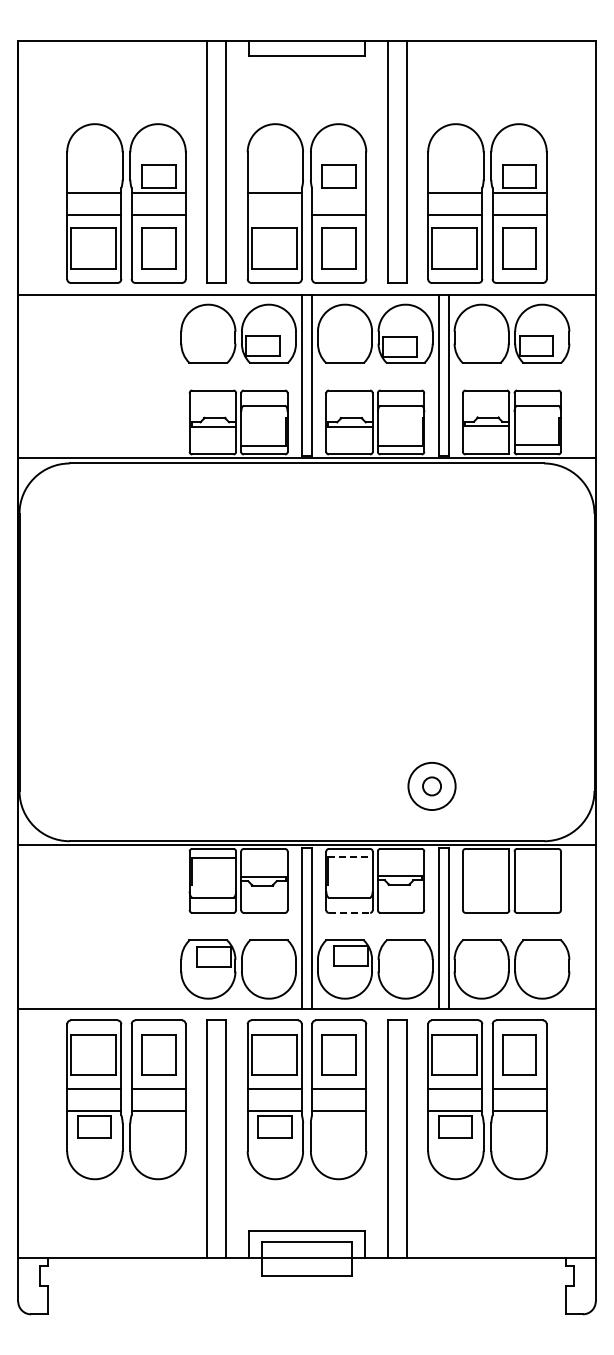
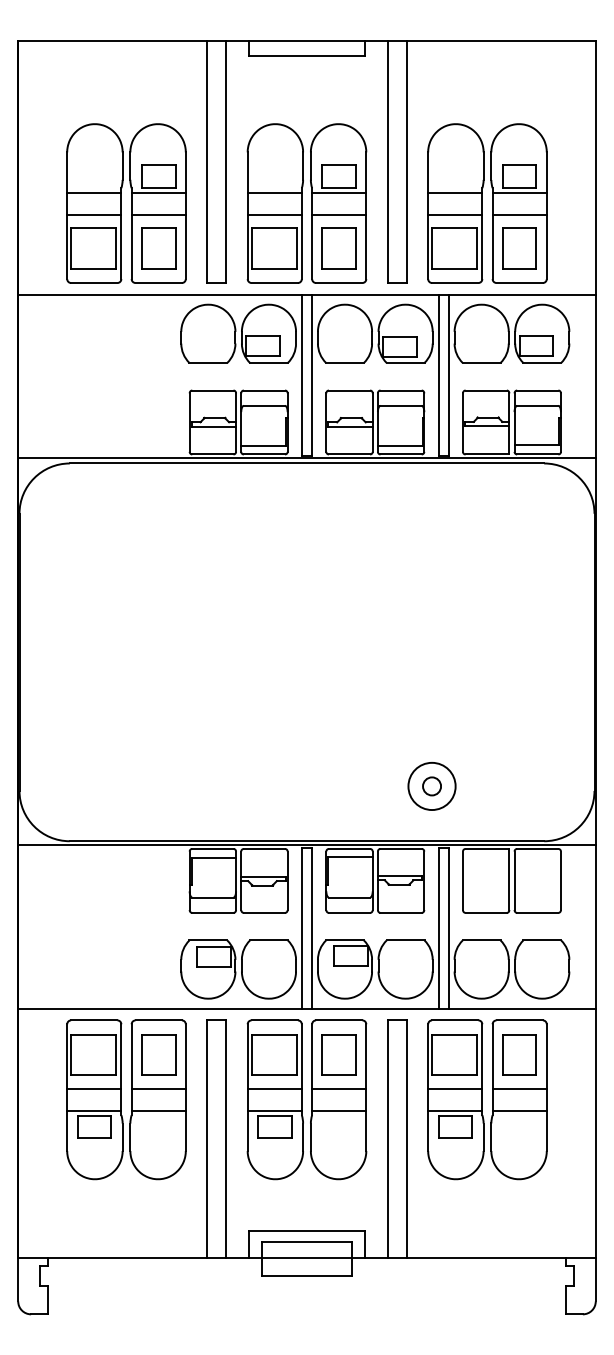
line at (339, 192): none -> present
line at (274, 214): none -> present
line at (351, 856): dashed -> solid
line at (349, 912): dashed -> solid
